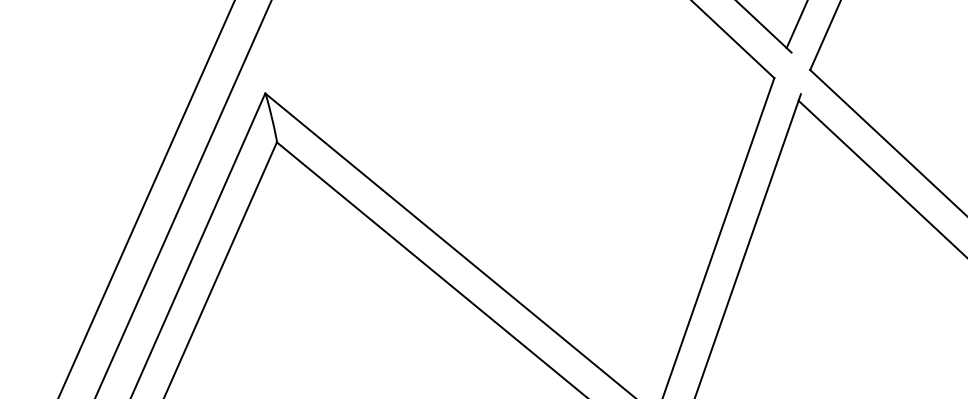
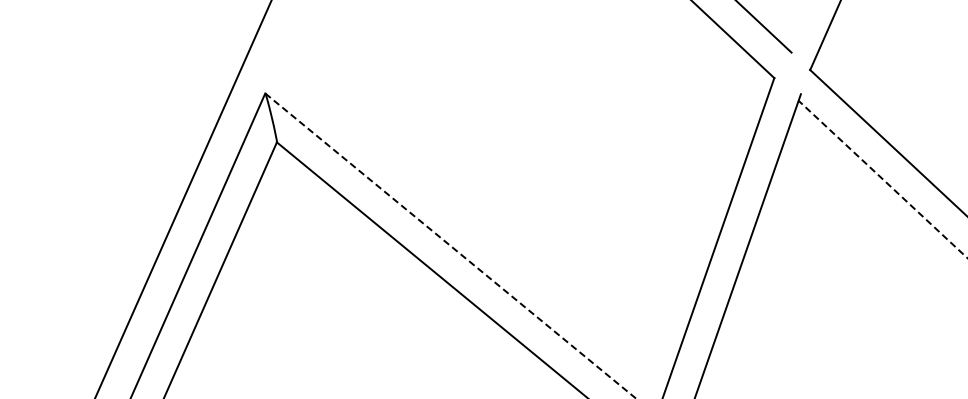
line at (796, 25): present -> none
line at (882, 179): solid -> dashed
line at (146, 198): present -> none
line at (451, 246): solid -> dashed
